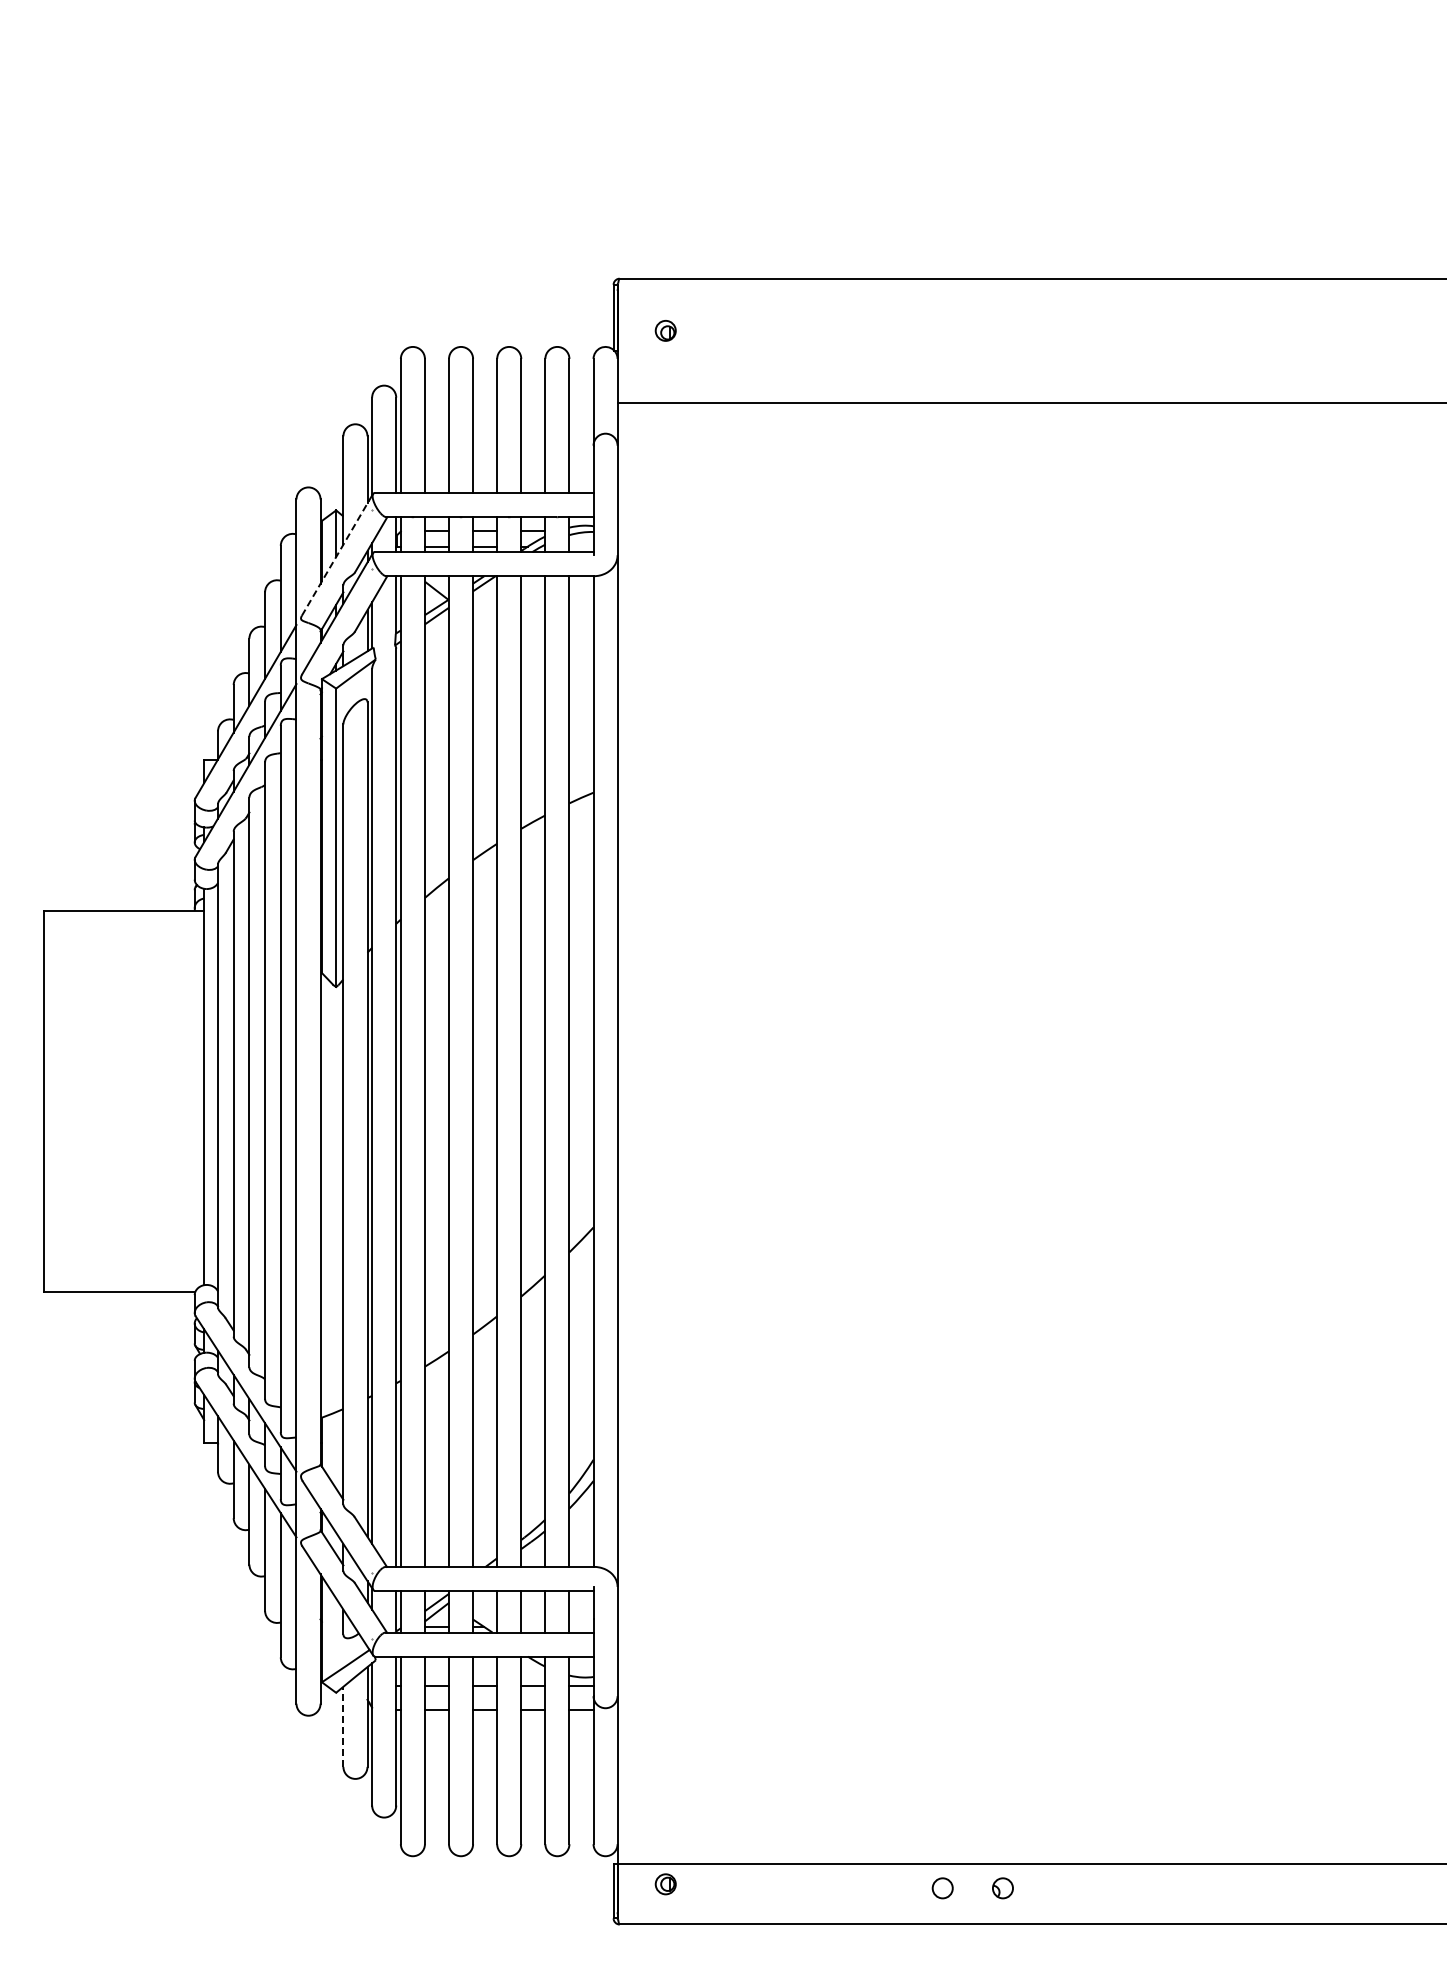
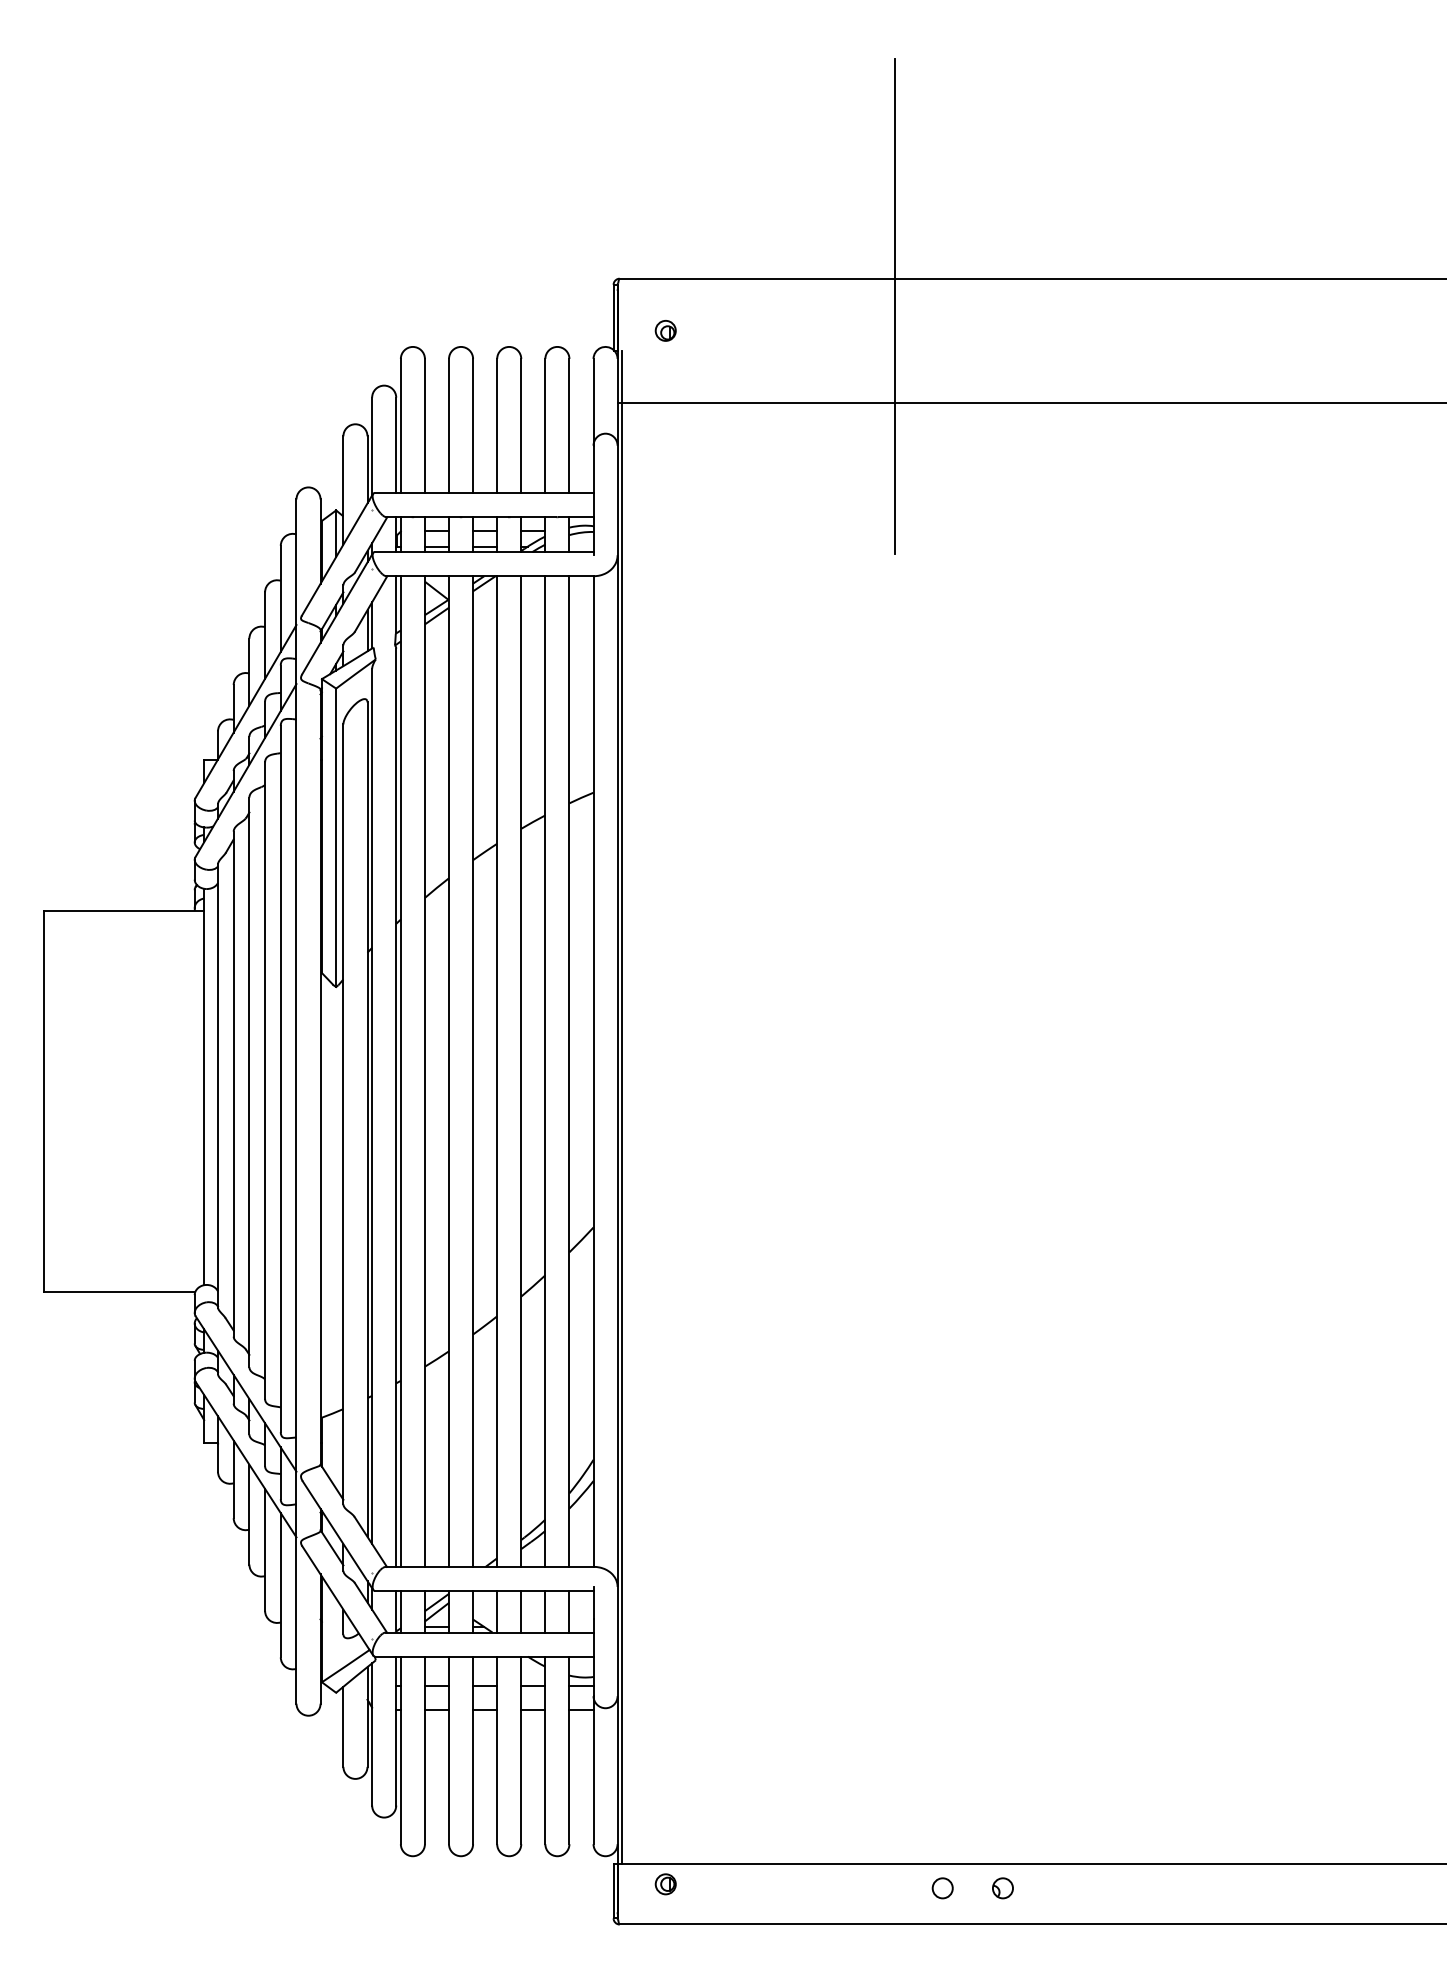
line at (894, 306): none -> present
line at (335, 558): dashed -> solid
line at (621, 1107): none -> present
line at (343, 1726): dashed -> solid
